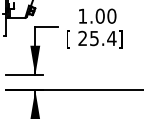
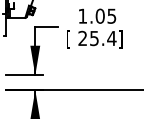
text at (111, 15): 1.00 -> 1.05
